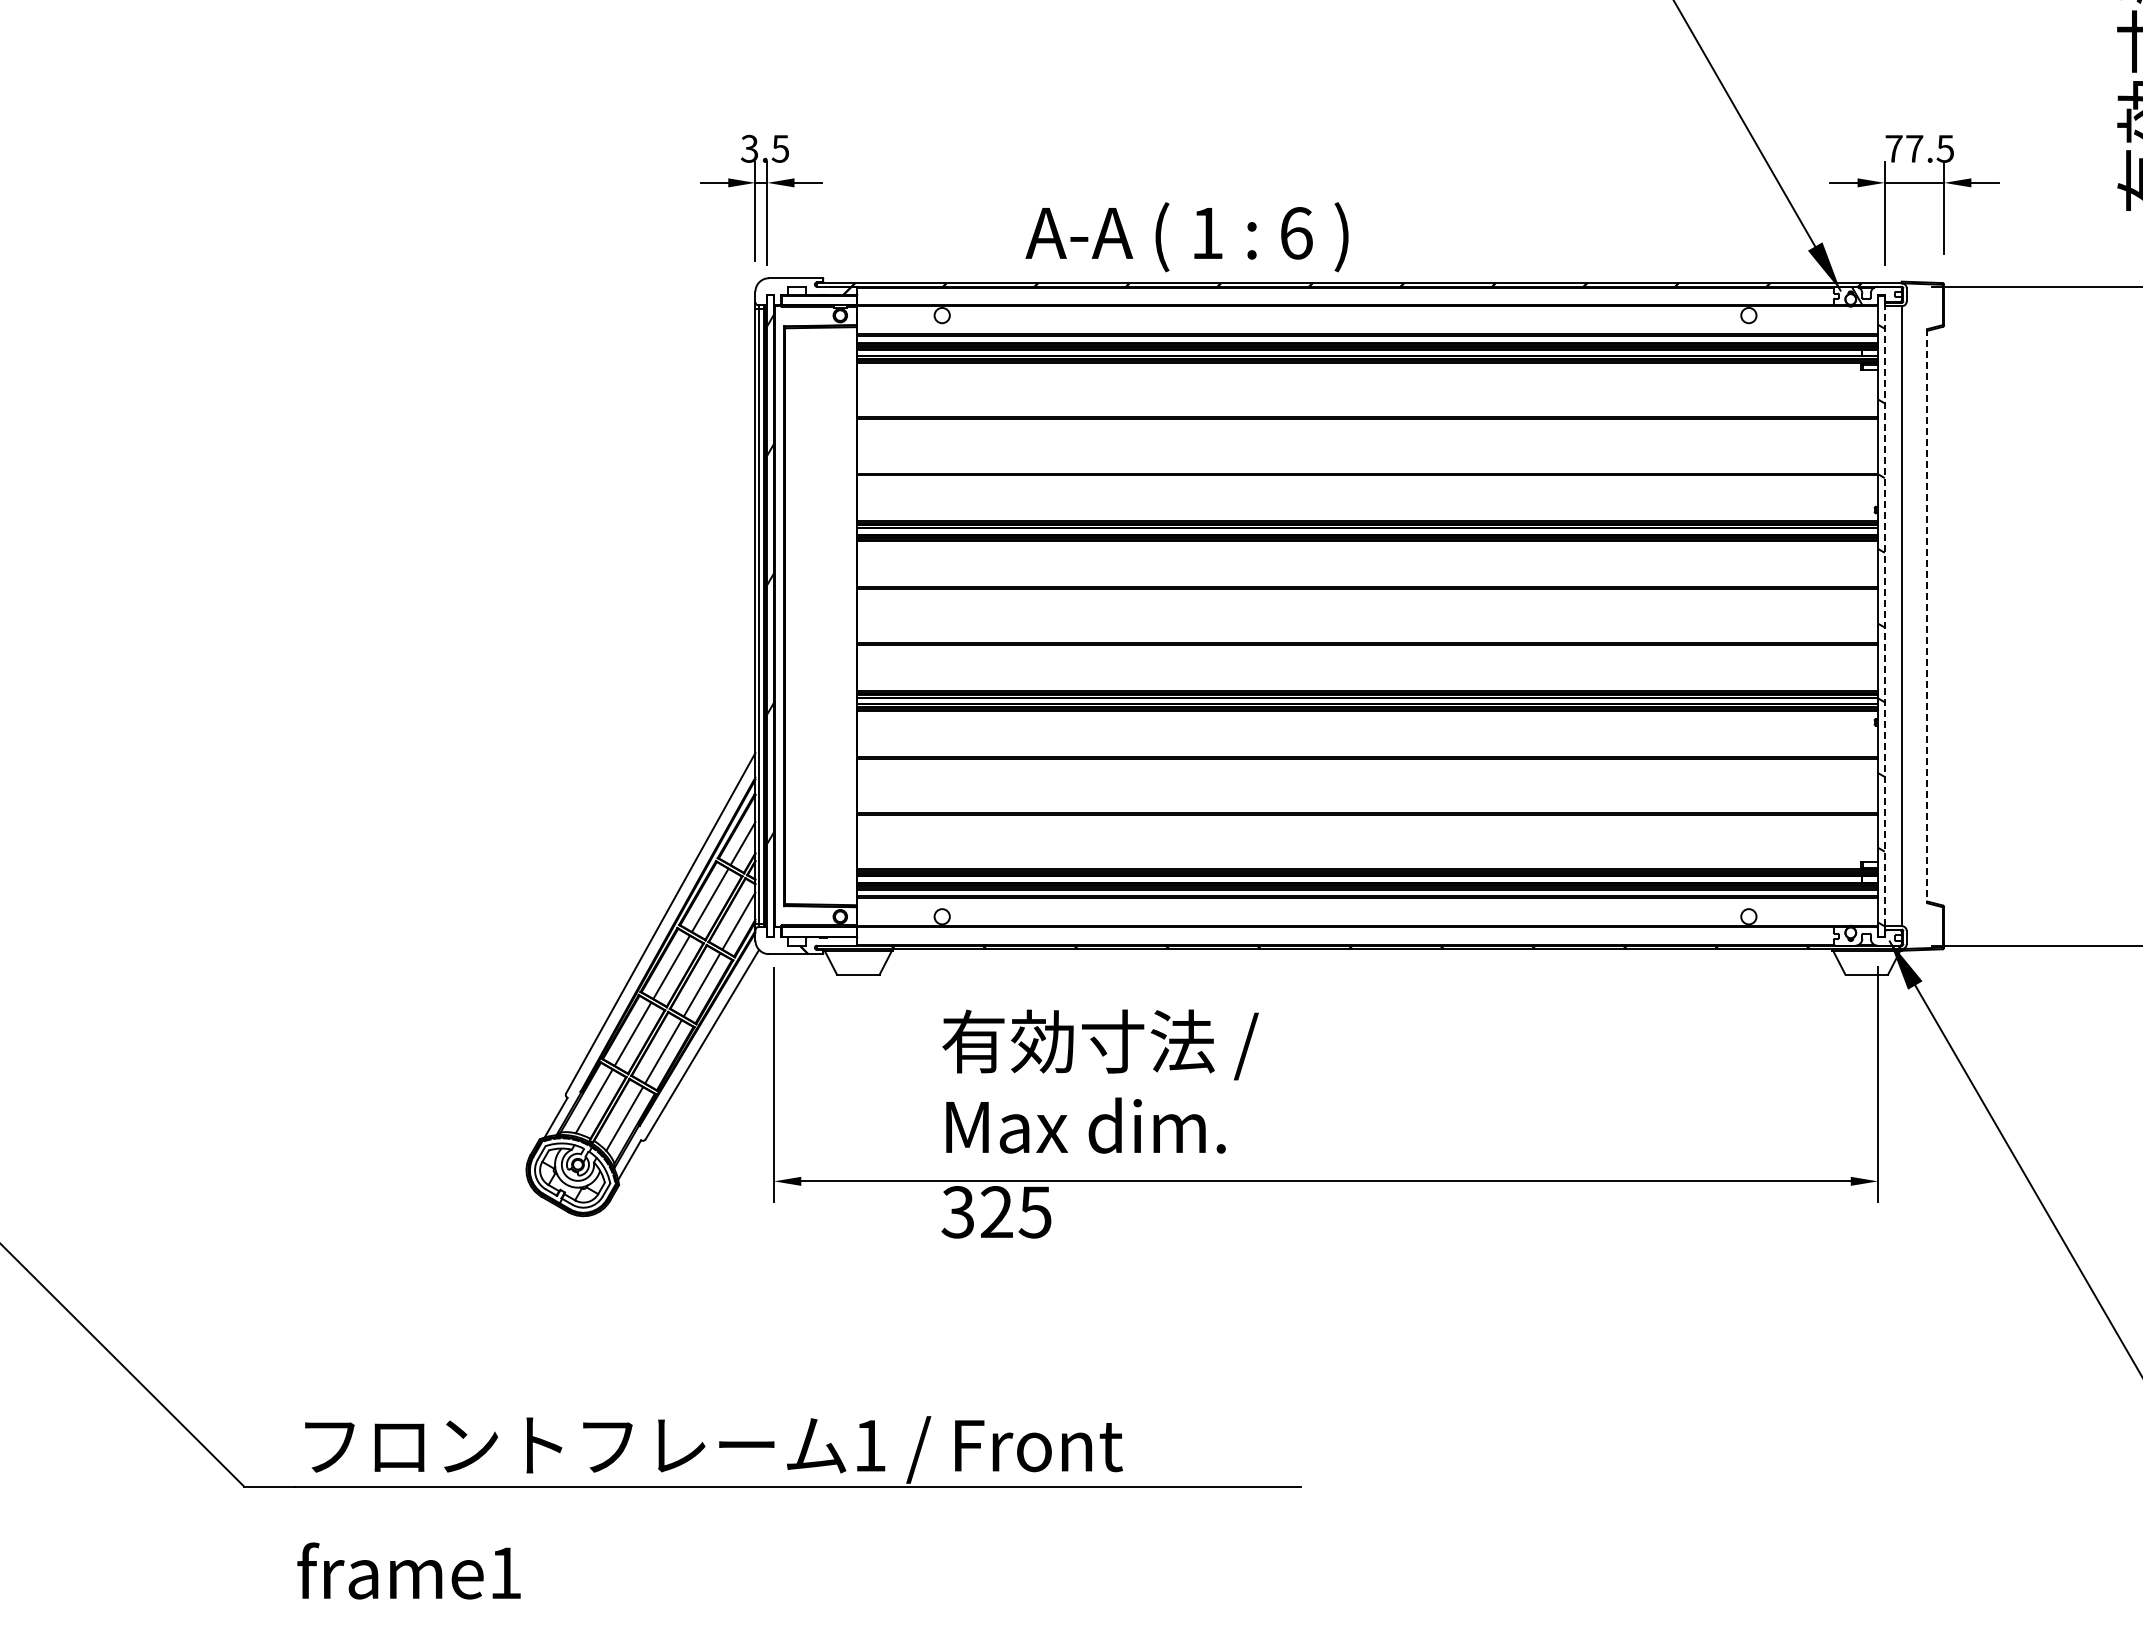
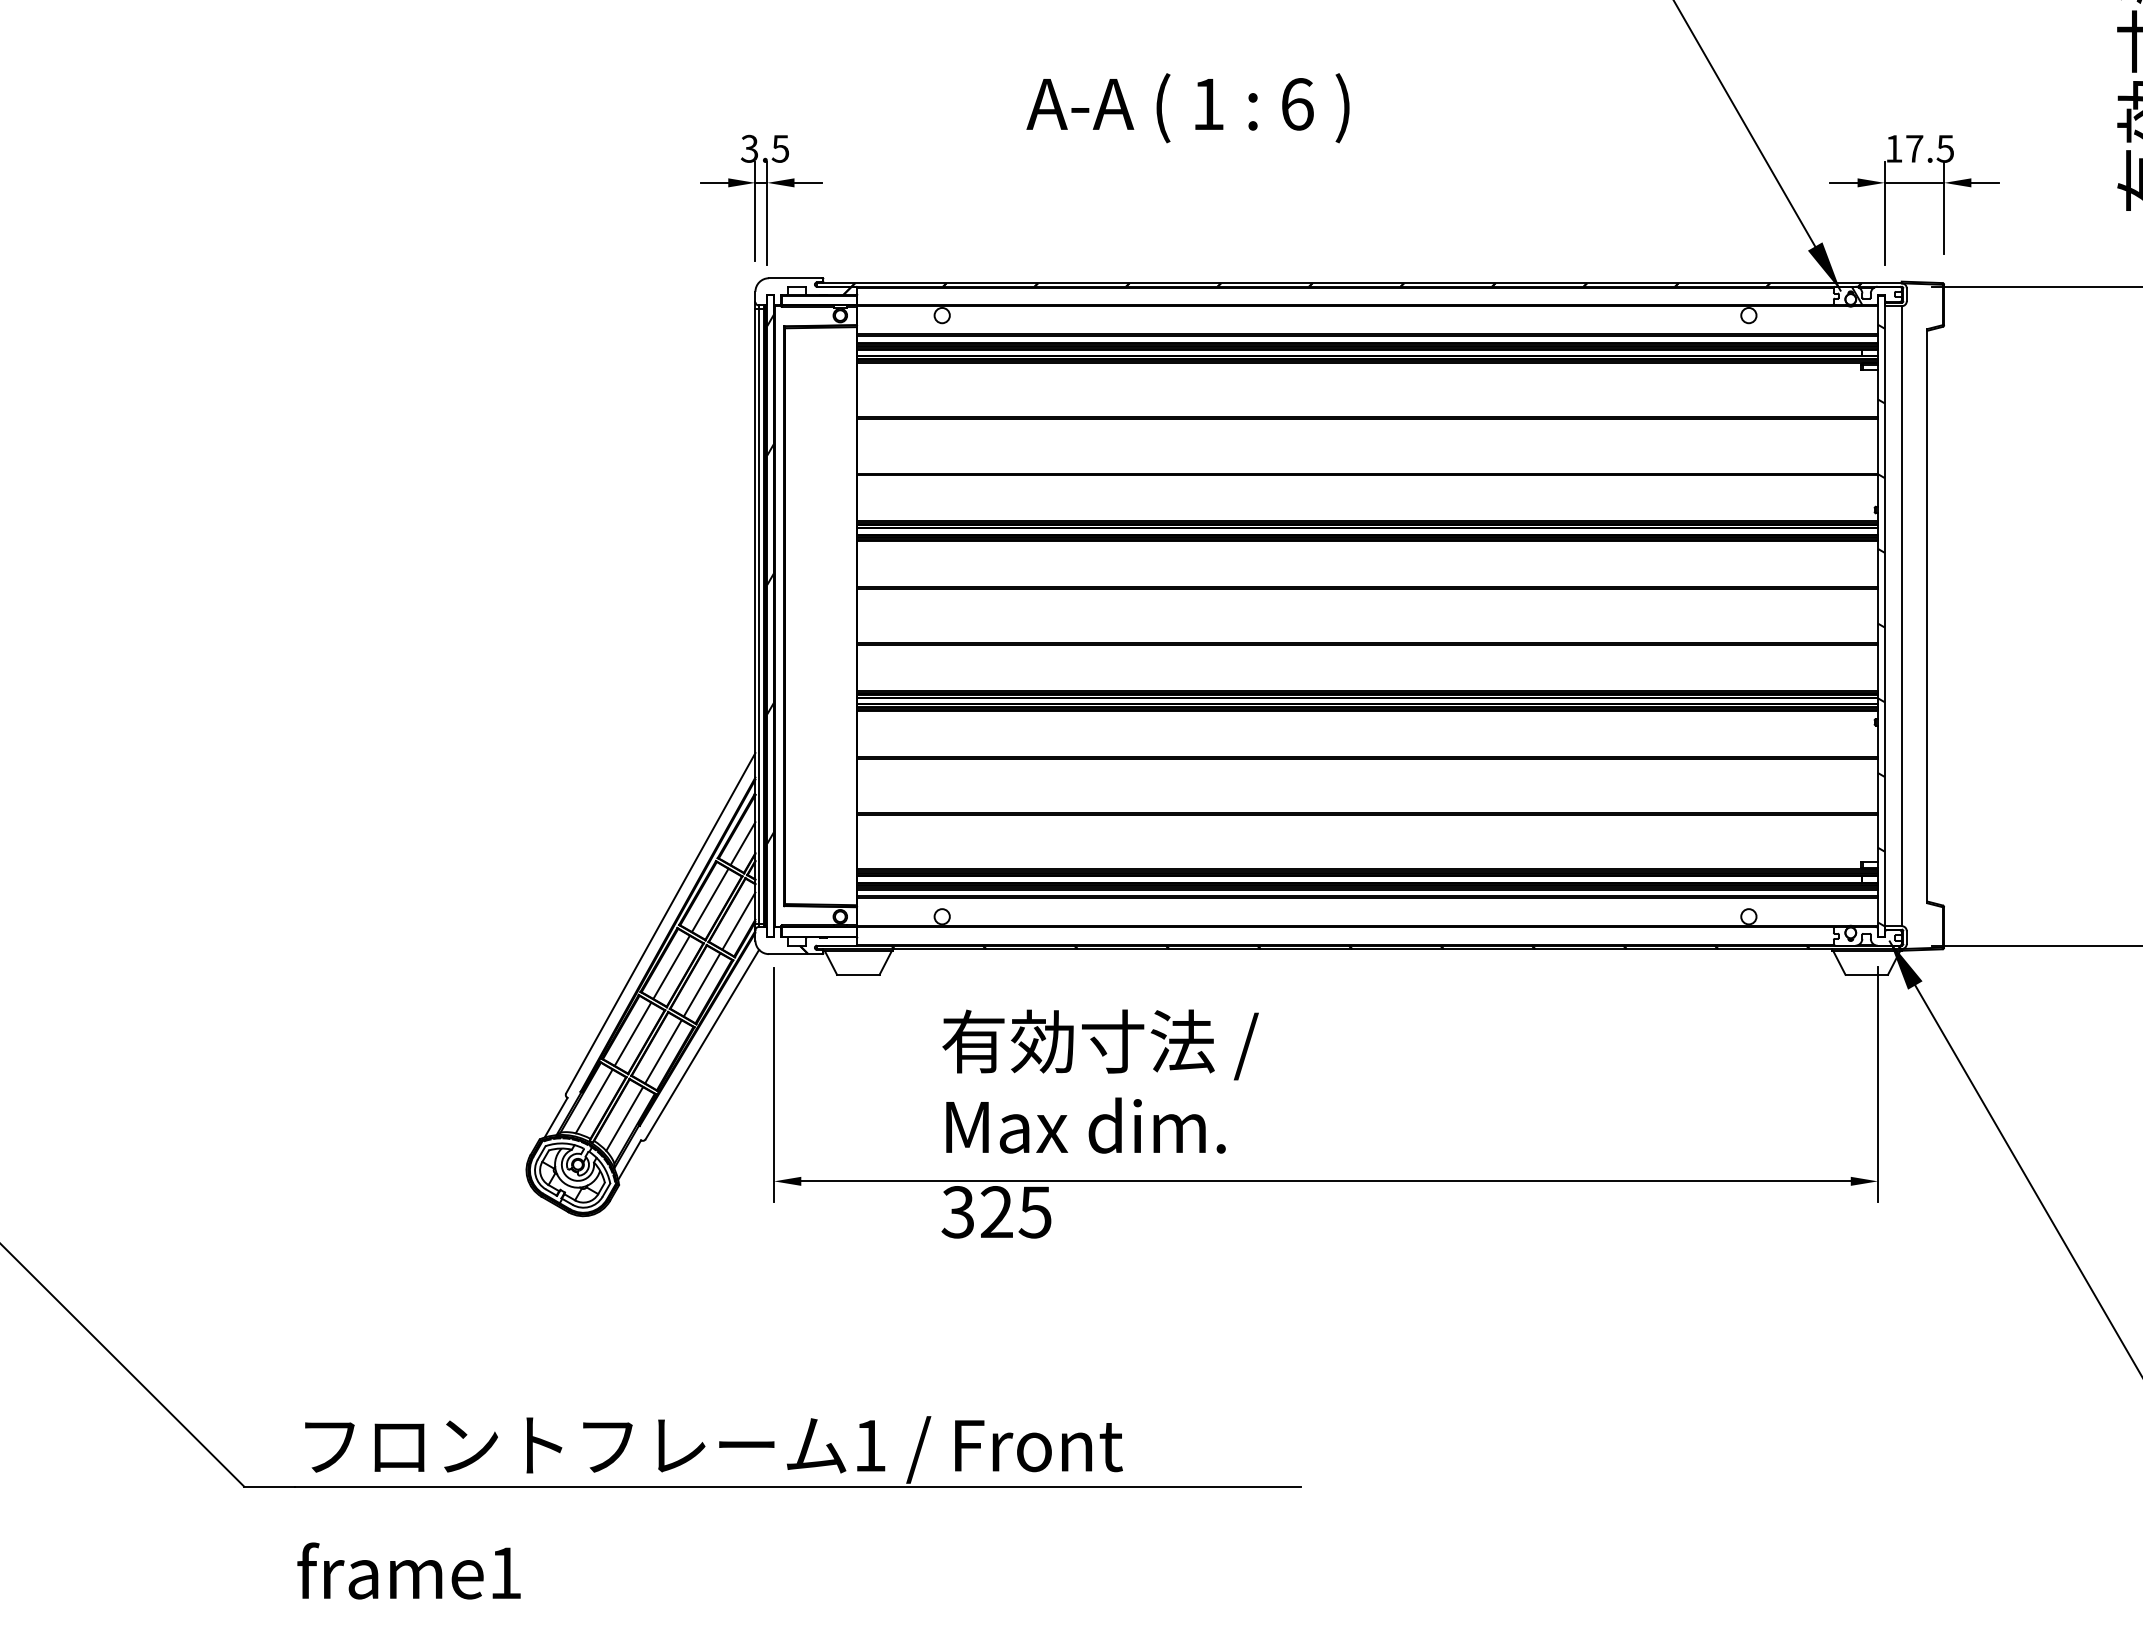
text at (1893, 148): 77.5 -> 17.5
text at (1186, 237) position: (1186, 237) -> (1187, 108)
line at (1884, 616): dashed -> solid
line at (1927, 616): dashed -> solid
